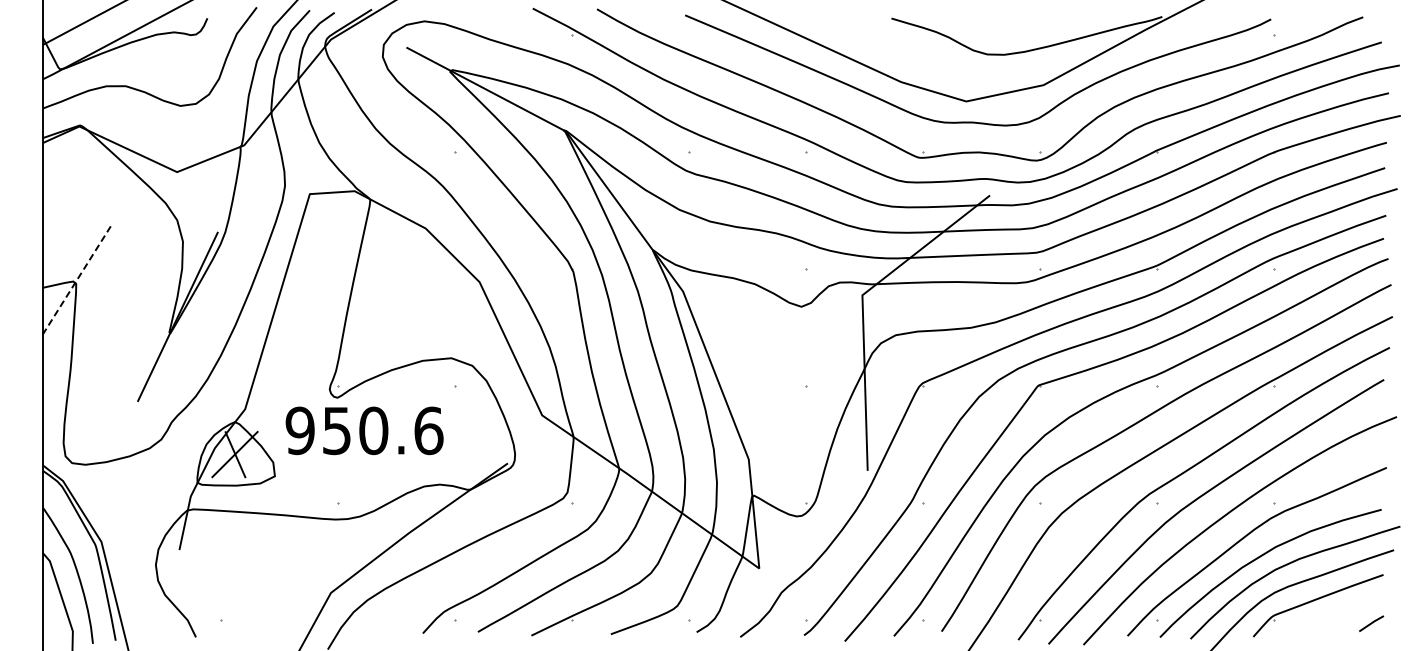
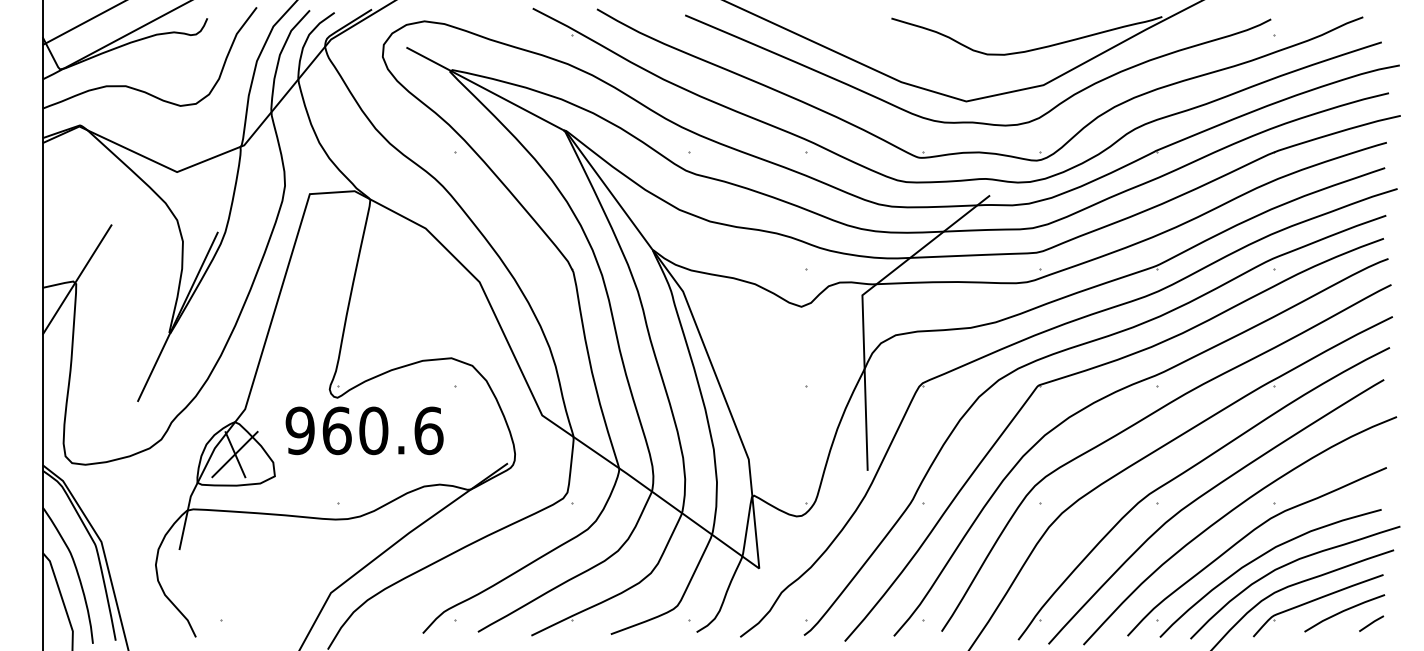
line at (77, 279): dashed -> solid
text at (336, 430): 950.6 -> 960.6
line at (1343, 612): none -> present
